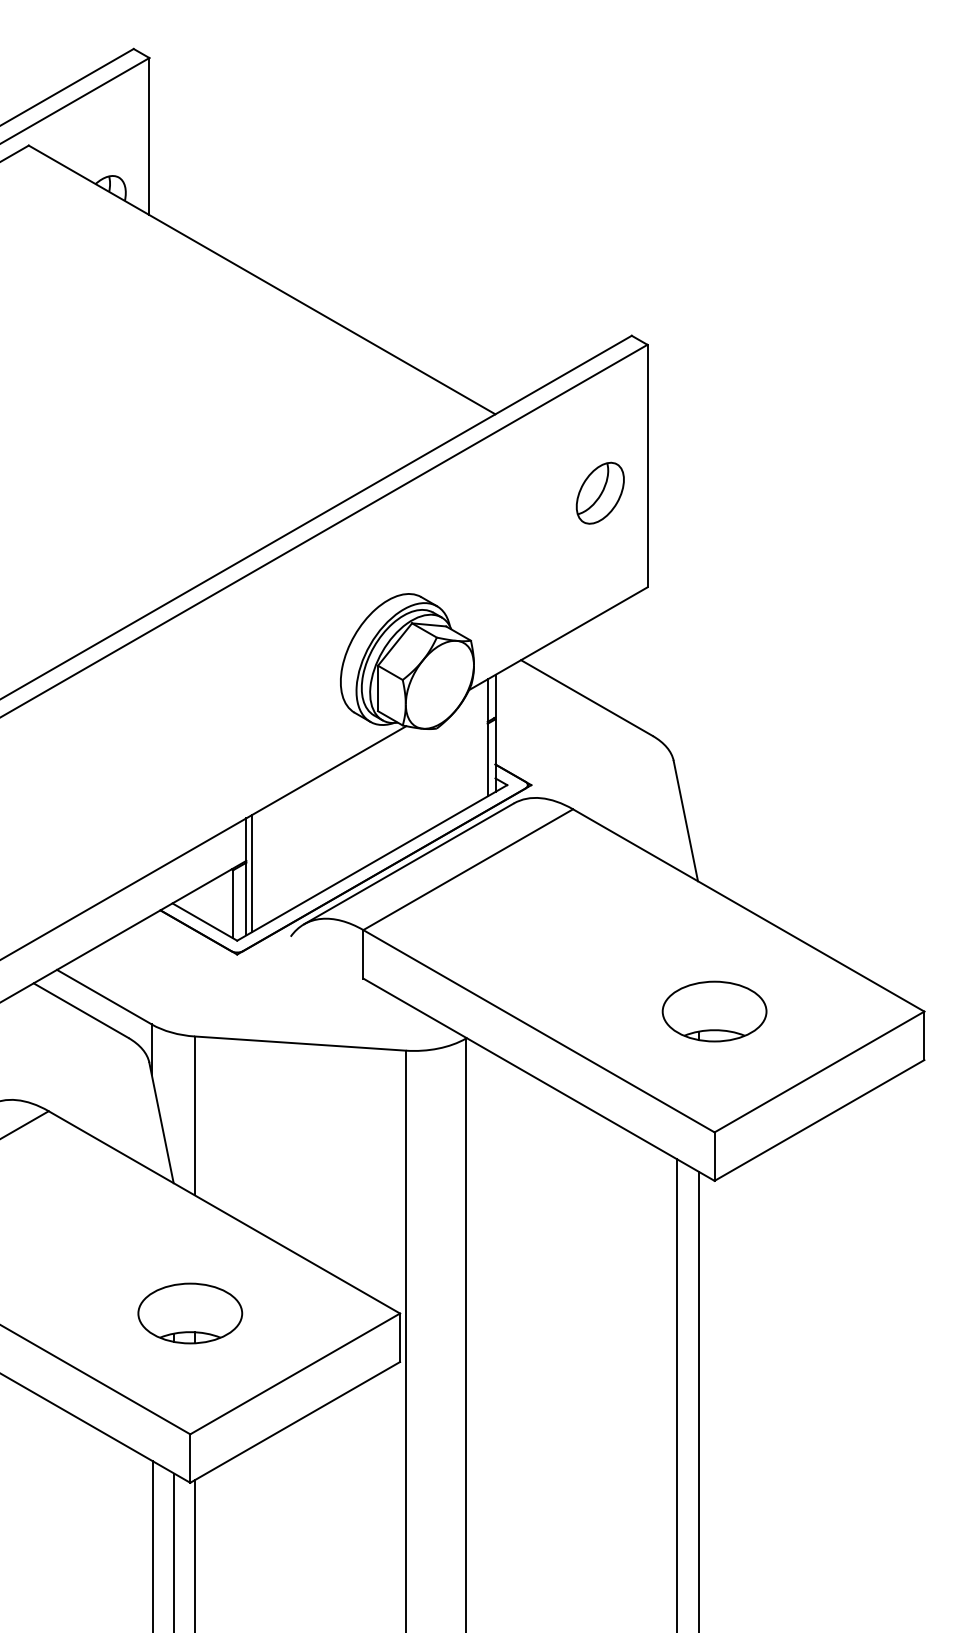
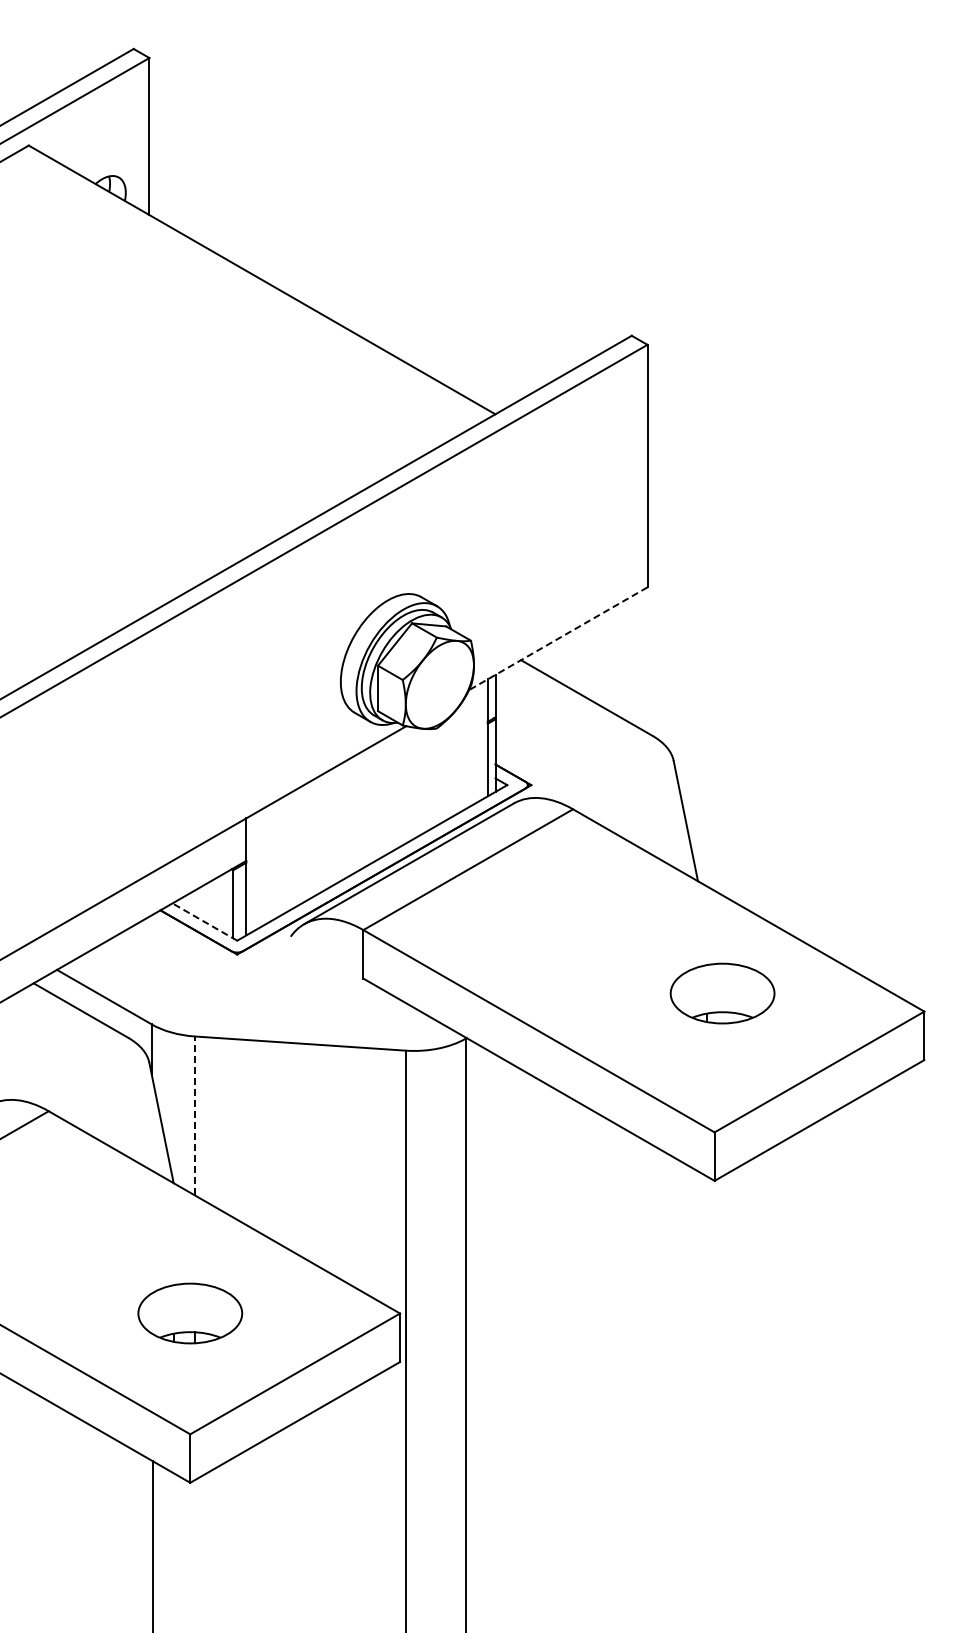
part at (599, 492): present -> none
line at (558, 638): solid -> dashed
line at (251, 873): present -> none
line at (204, 921): solid -> dashed
part at (714, 1011) position: (714, 1011) -> (722, 993)
line at (195, 1115): solid -> dashed
line at (677, 1394): present -> none
line at (698, 1400): present -> none
line at (174, 1551): present -> none
line at (195, 1554): present -> none
